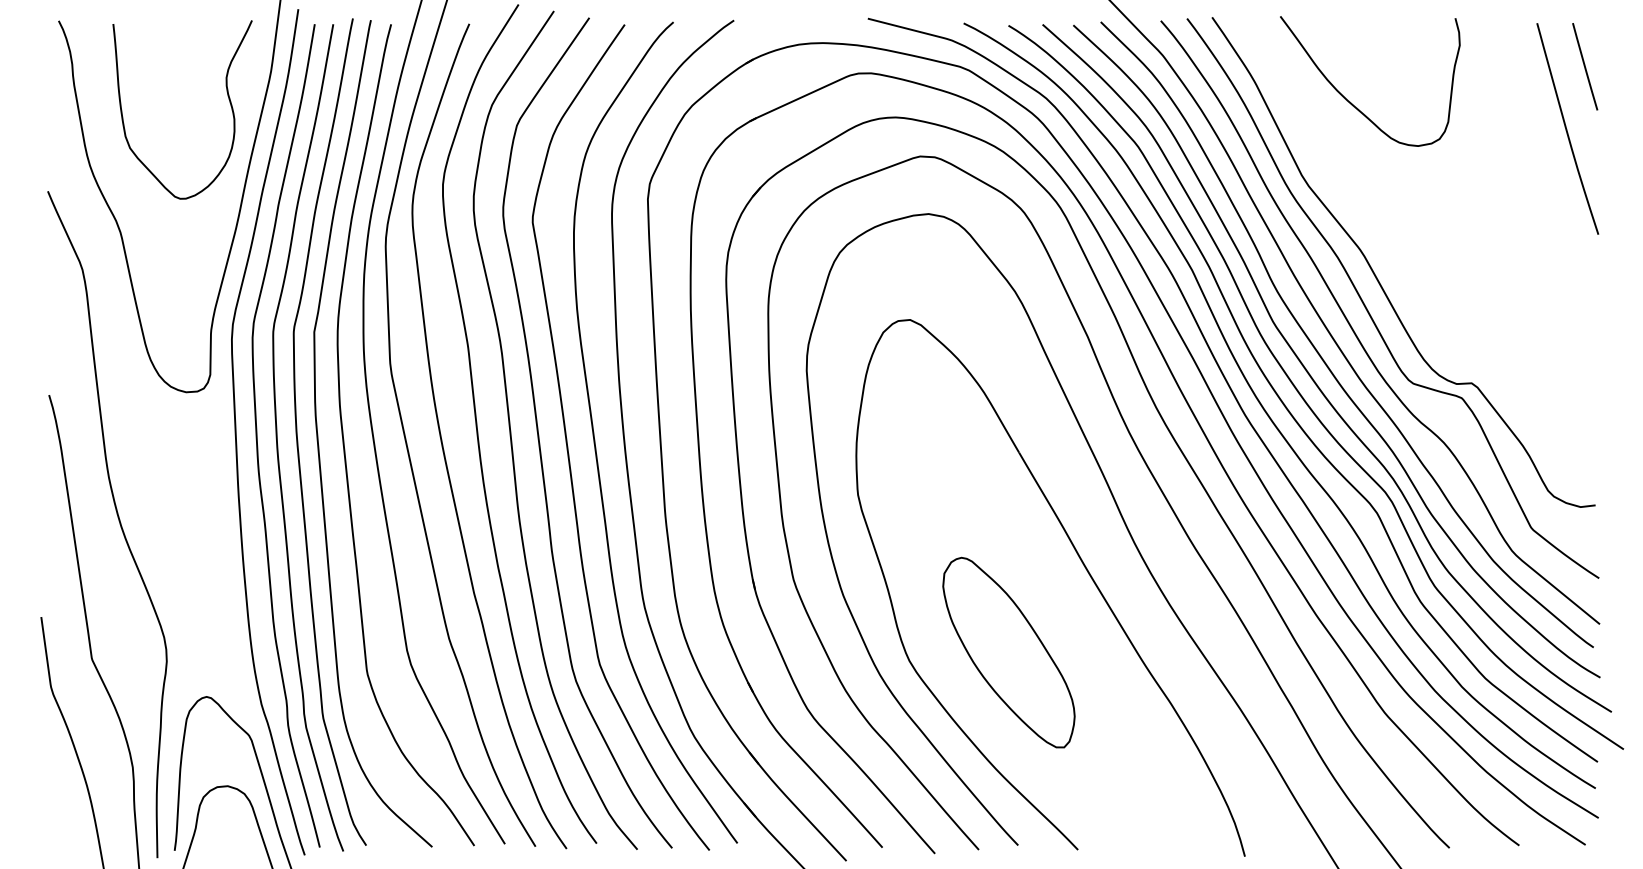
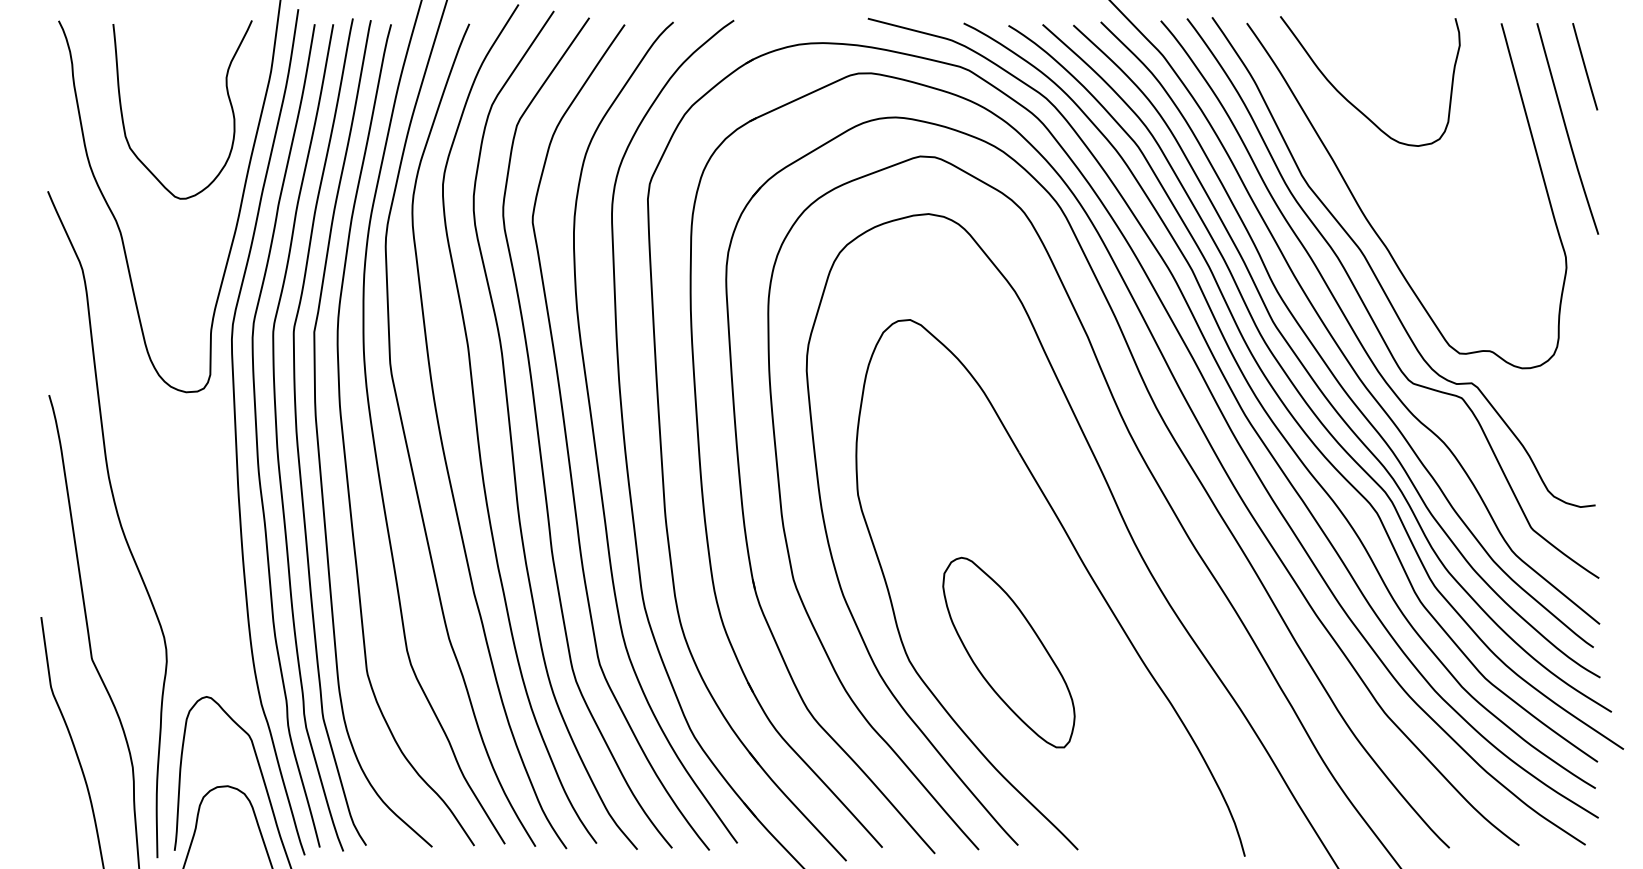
curve at (1369, 221): none -> present
